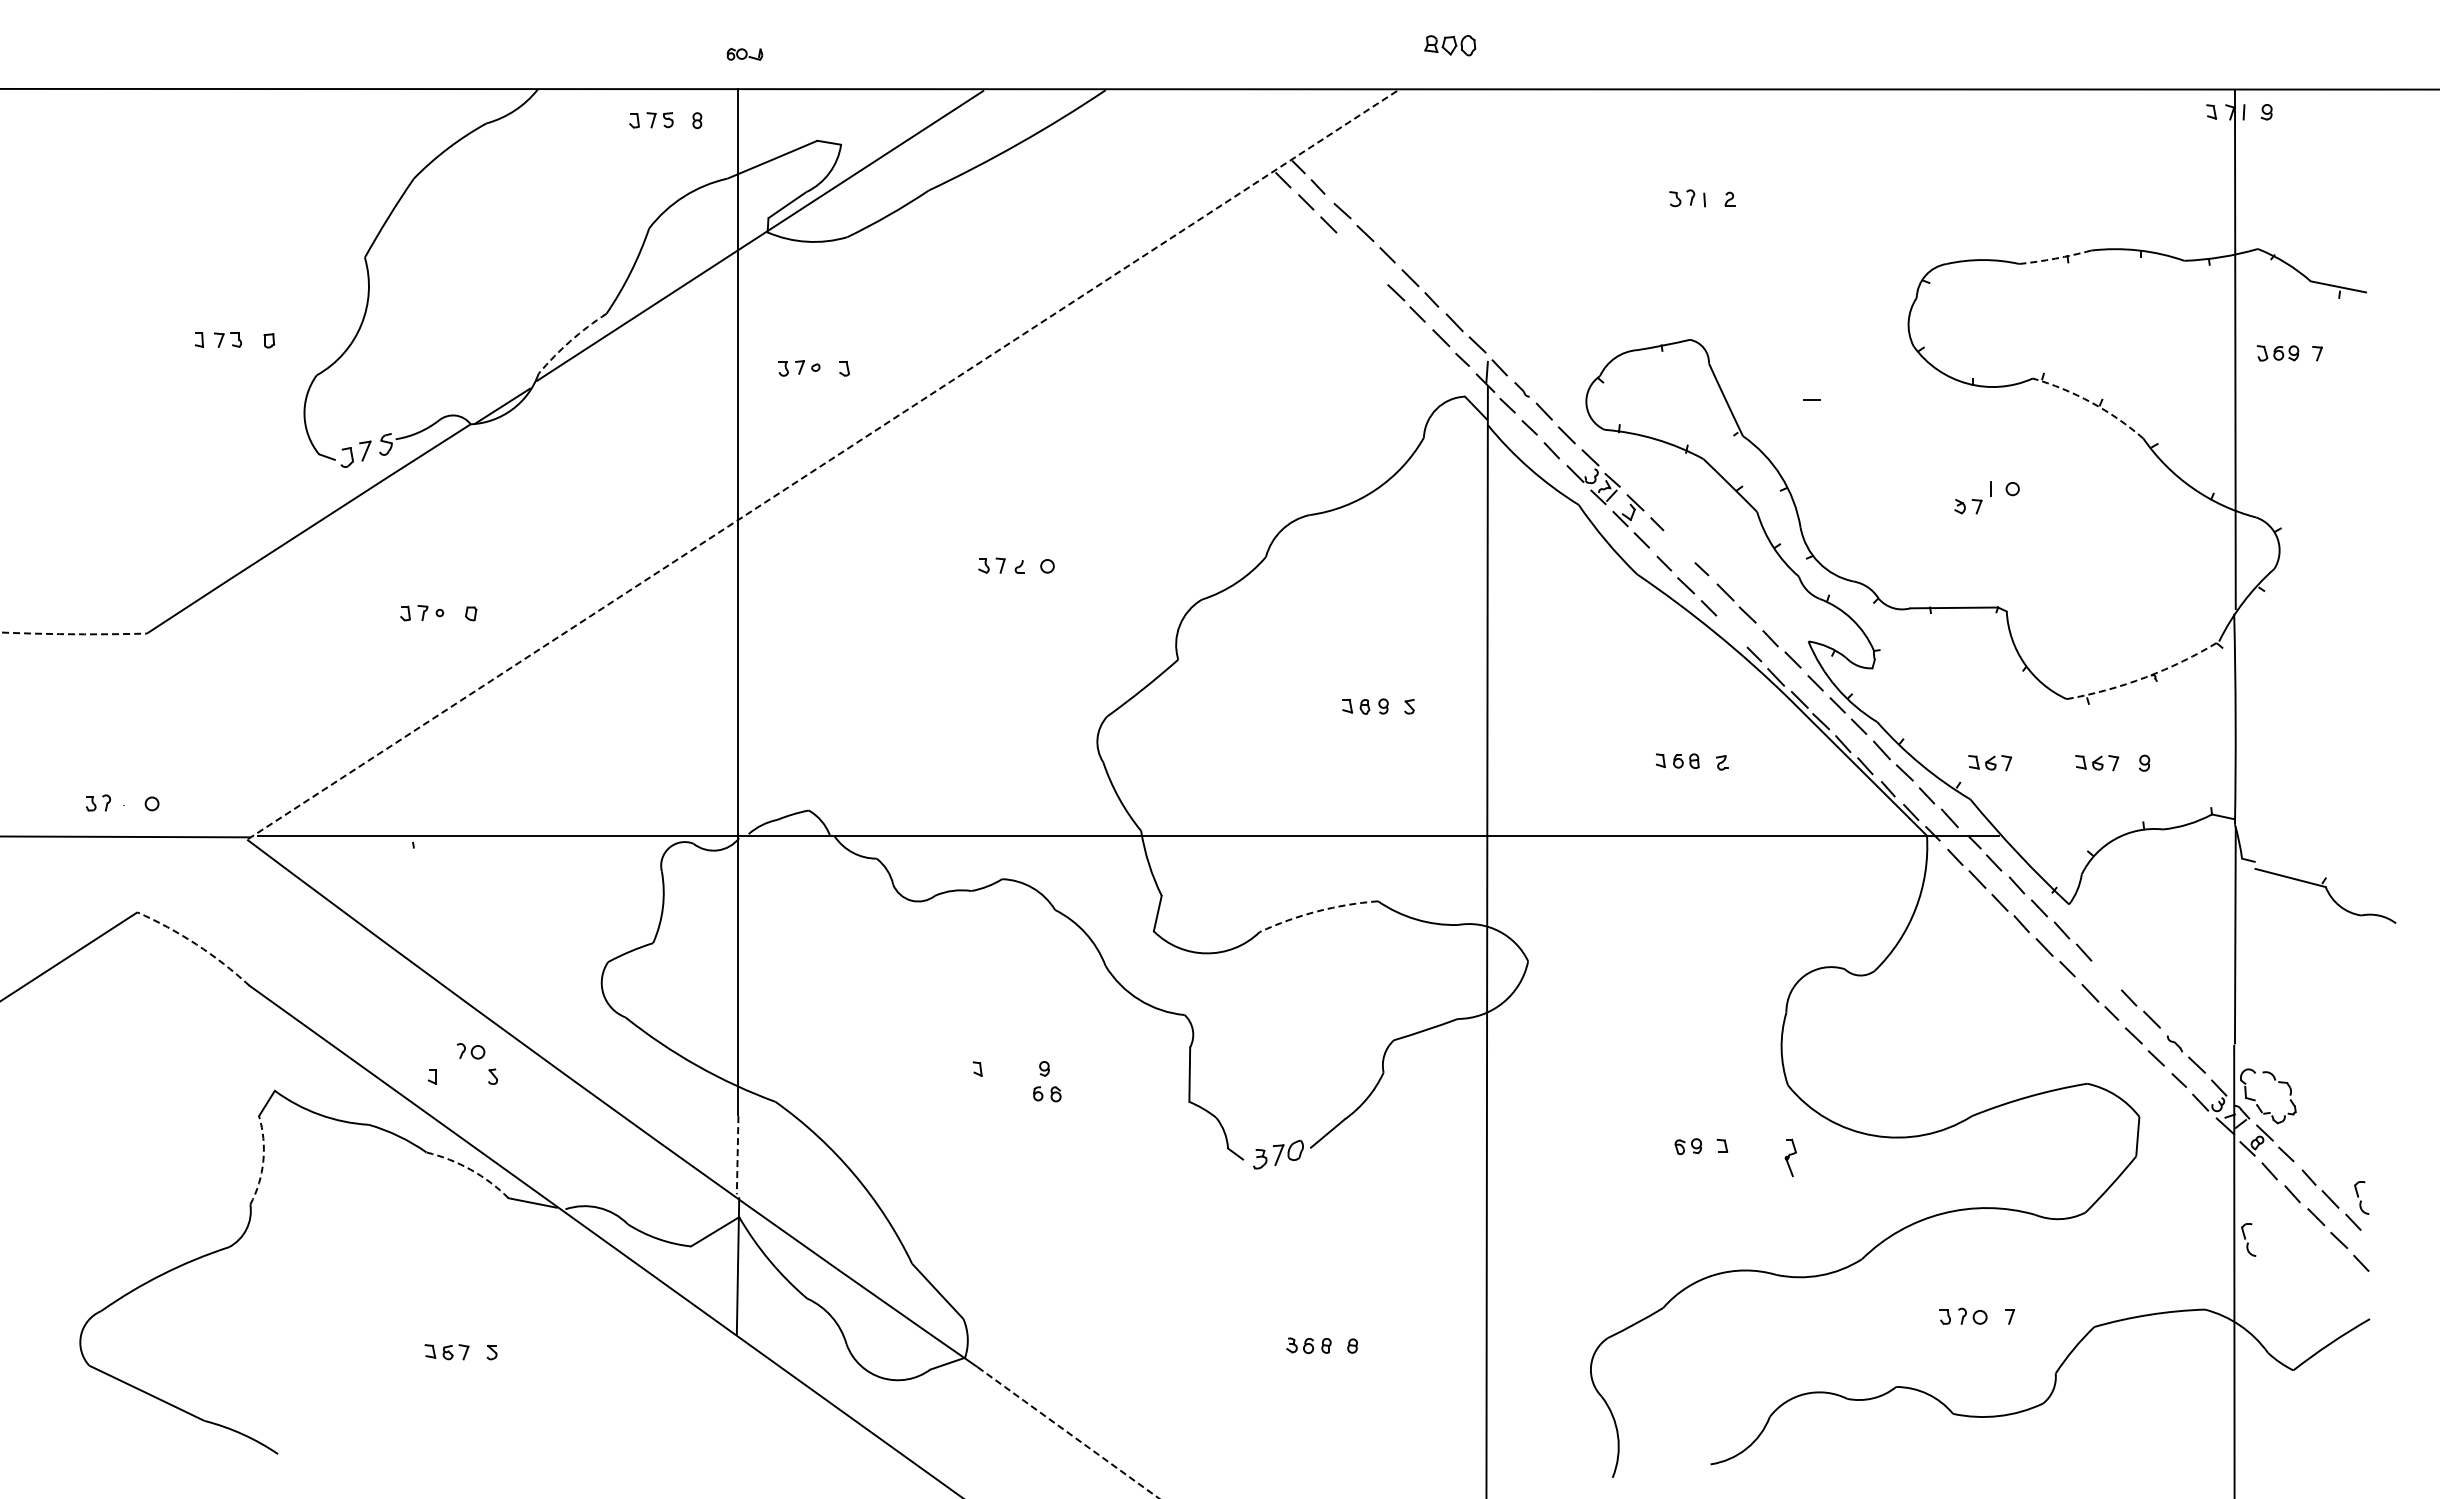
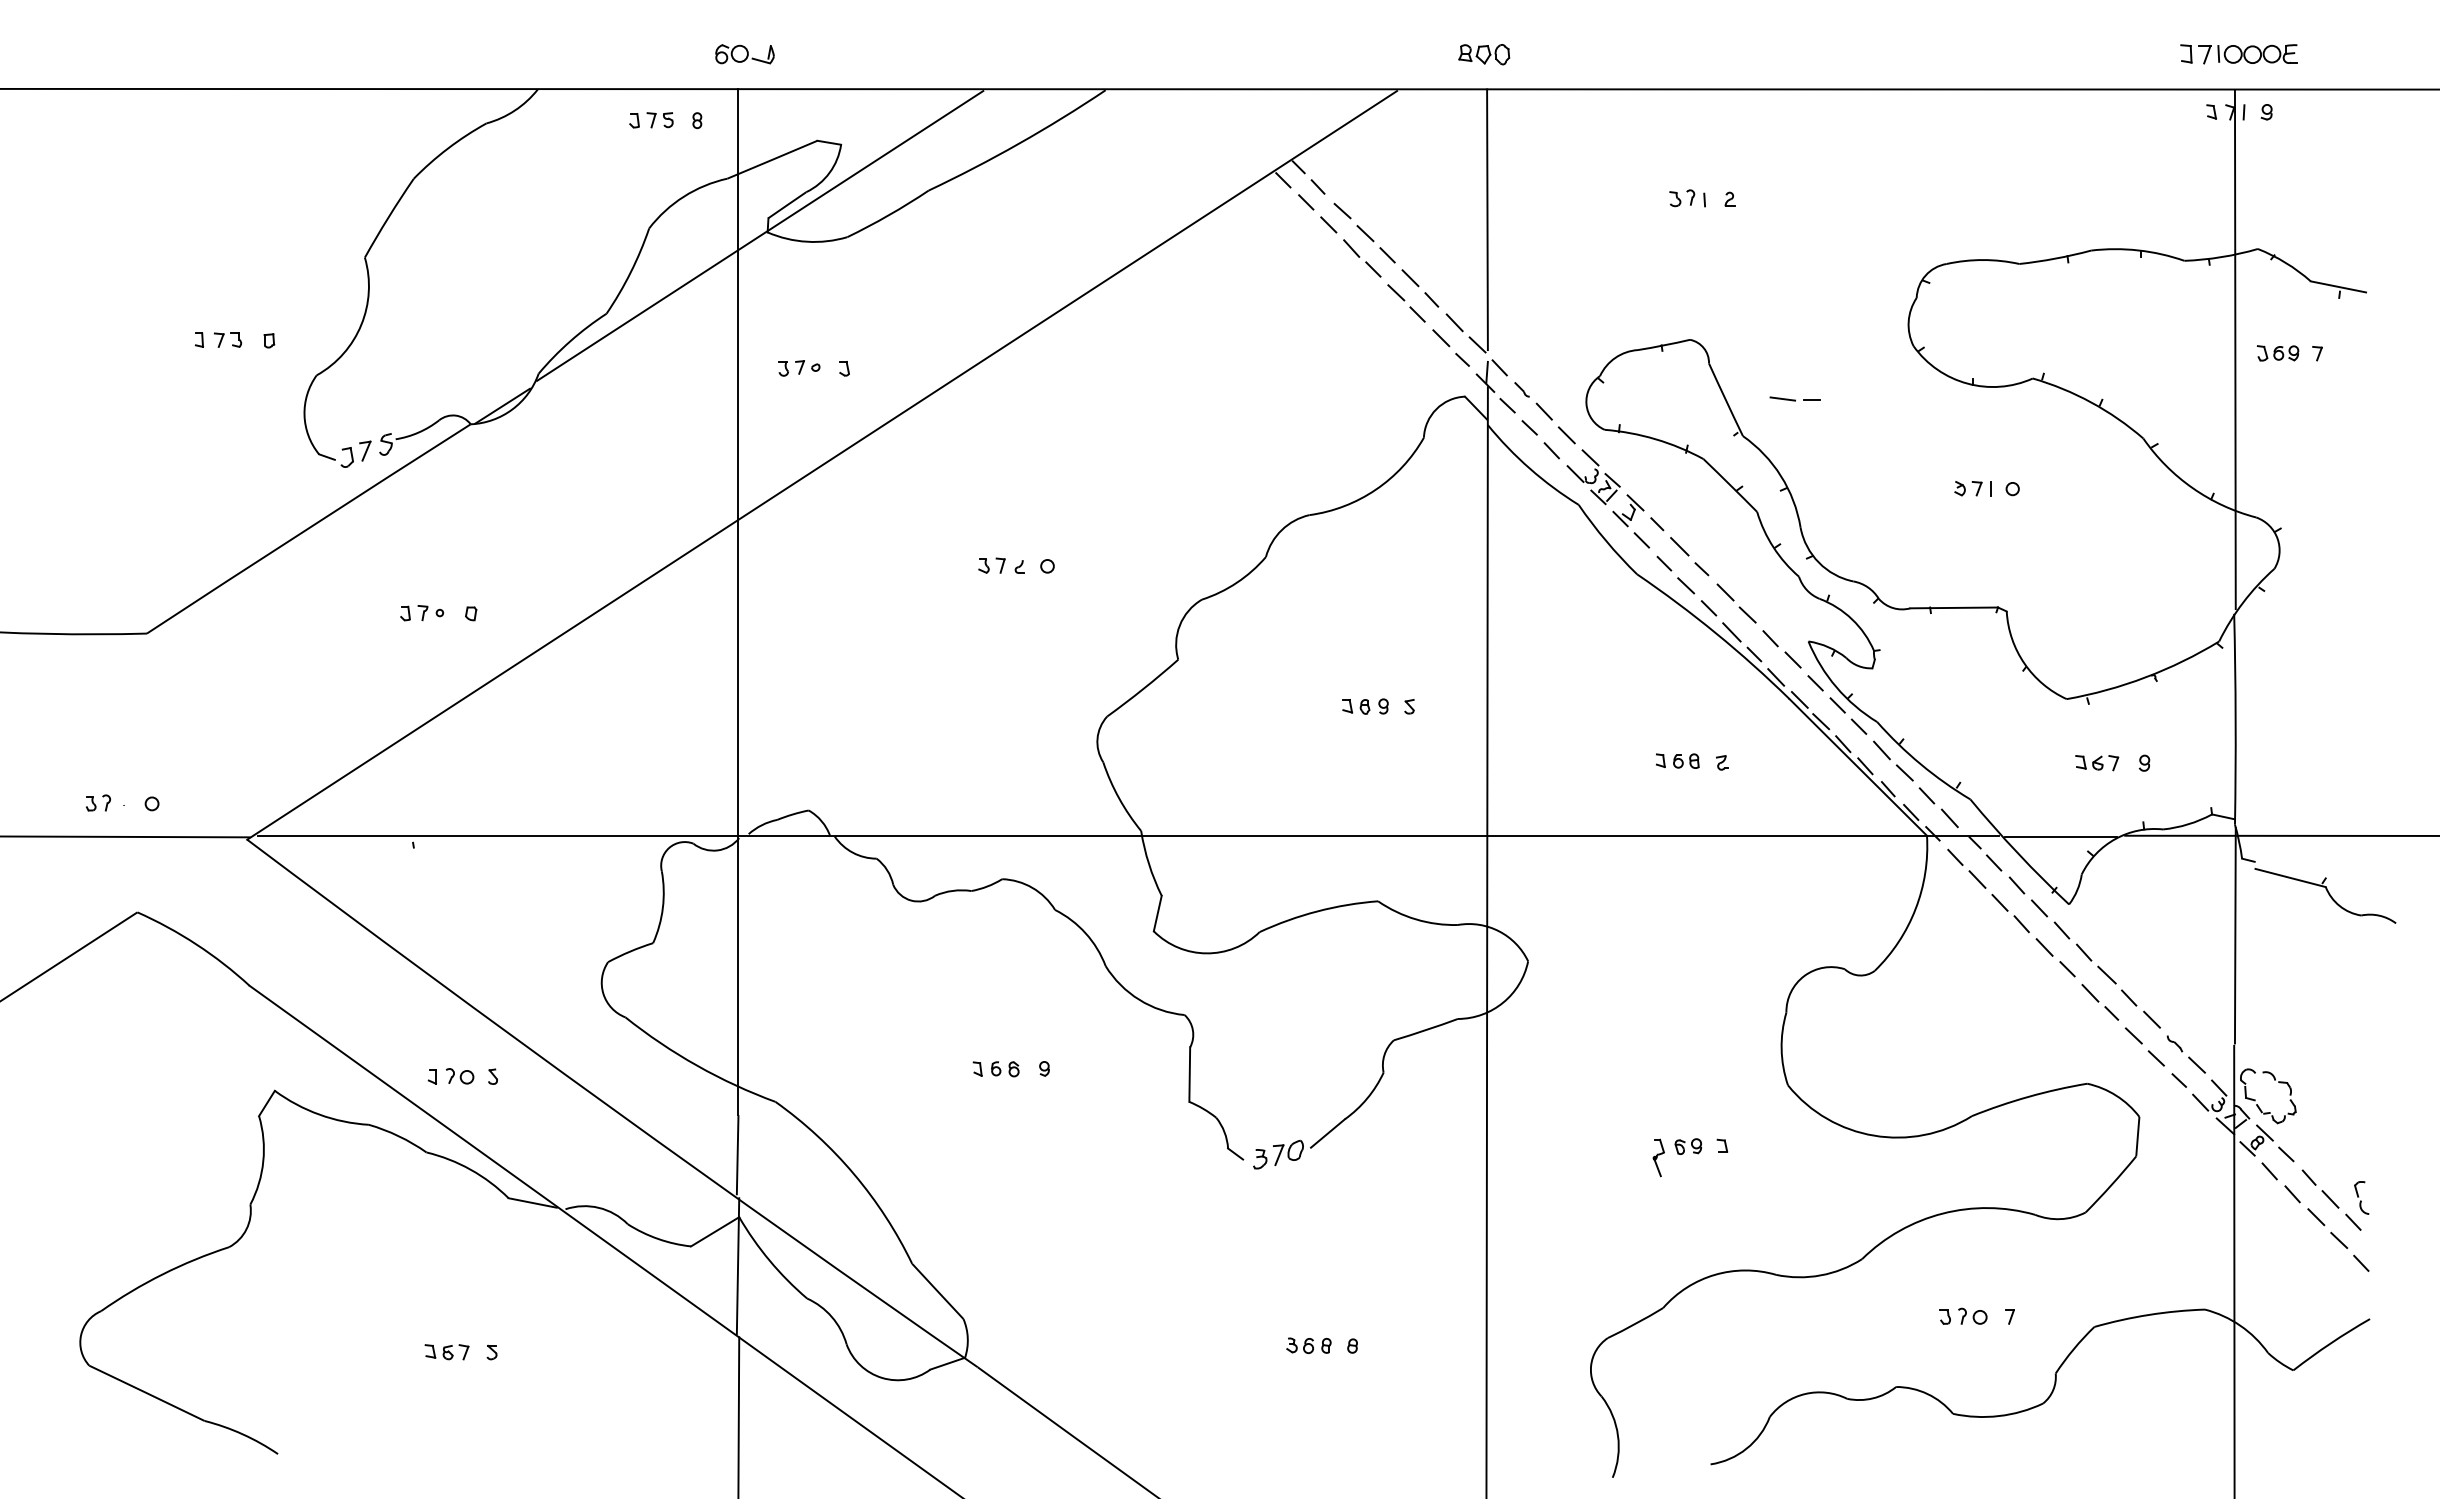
part at (1450, 45) position: (1450, 45) -> (1484, 54)
part at (744, 53) size: 38x14 px -> 60x21 px
part at (2238, 54): none -> present
line at (1487, 219): none -> present
line at (1360, 256): none -> present
arc at (2055, 258): dashed -> solid
arc at (570, 341): dashed -> solid
line at (1782, 398): none -> present
arc at (2091, 402): dashed -> solid
line at (821, 465): dashed -> solid
part at (1968, 506) position: (1968, 506) -> (1968, 488)
line at (1679, 546): none -> present
line at (1731, 632): none -> present
arc at (72, 634): dashed -> solid
arc at (2145, 677): dashed -> solid
part at (1990, 763): present -> none
line at (2280, 835): none -> present
line at (2060, 837): none -> present
arc at (1317, 911): dashed -> solid
arc at (196, 944): dashed -> solid
line at (2106, 974): none -> present
part at (470, 1051) position: (470, 1051) -> (459, 1076)
part at (1047, 1094) position: (1047, 1094) -> (1005, 1069)
line at (737, 1155): dashed -> solid
part at (1790, 1157) position: (1790, 1157) -> (1658, 1157)
arc at (263, 1161): dashed -> solid
arc at (470, 1169): dashed -> solid
part at (2248, 1239): present -> none
line at (738, 1416): none -> present
arc at (1068, 1432): dashed -> solid
